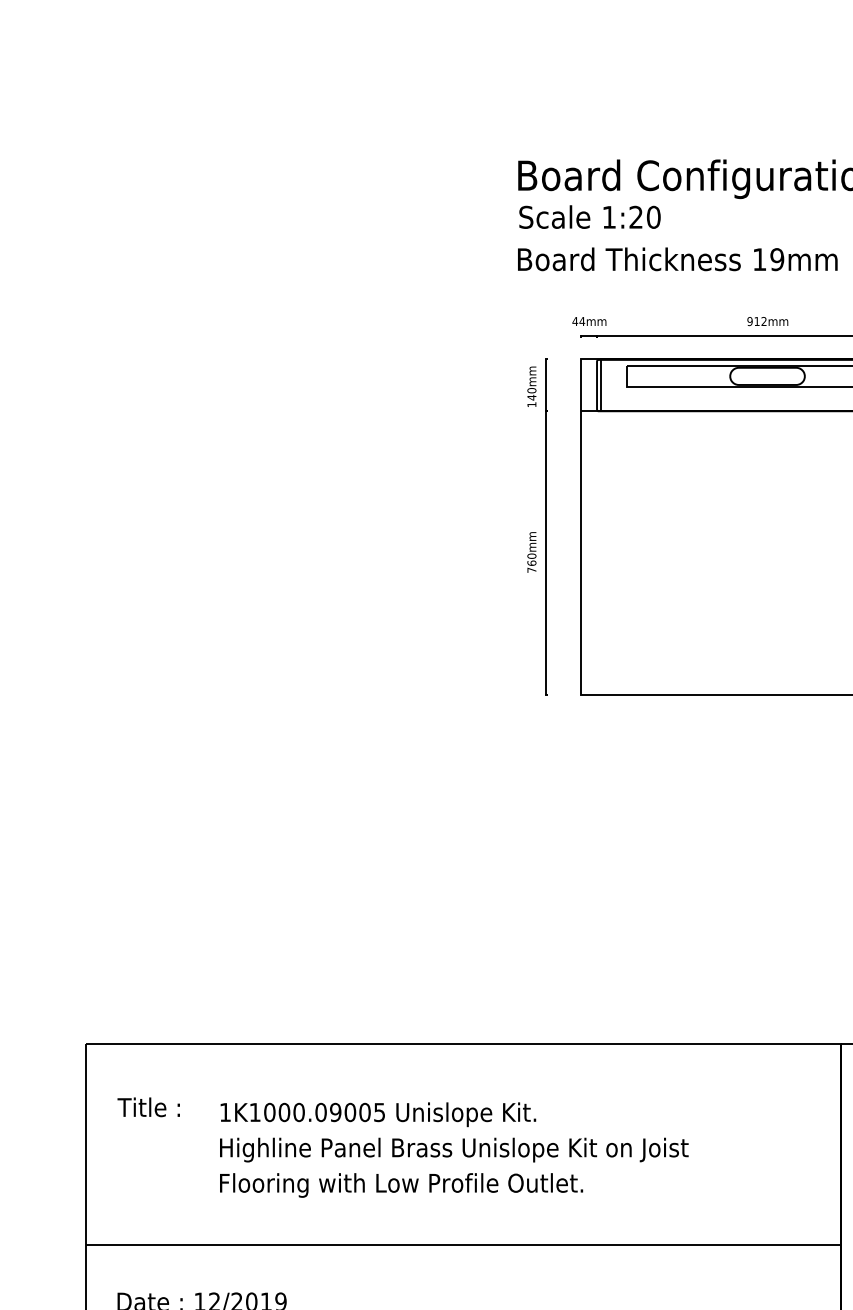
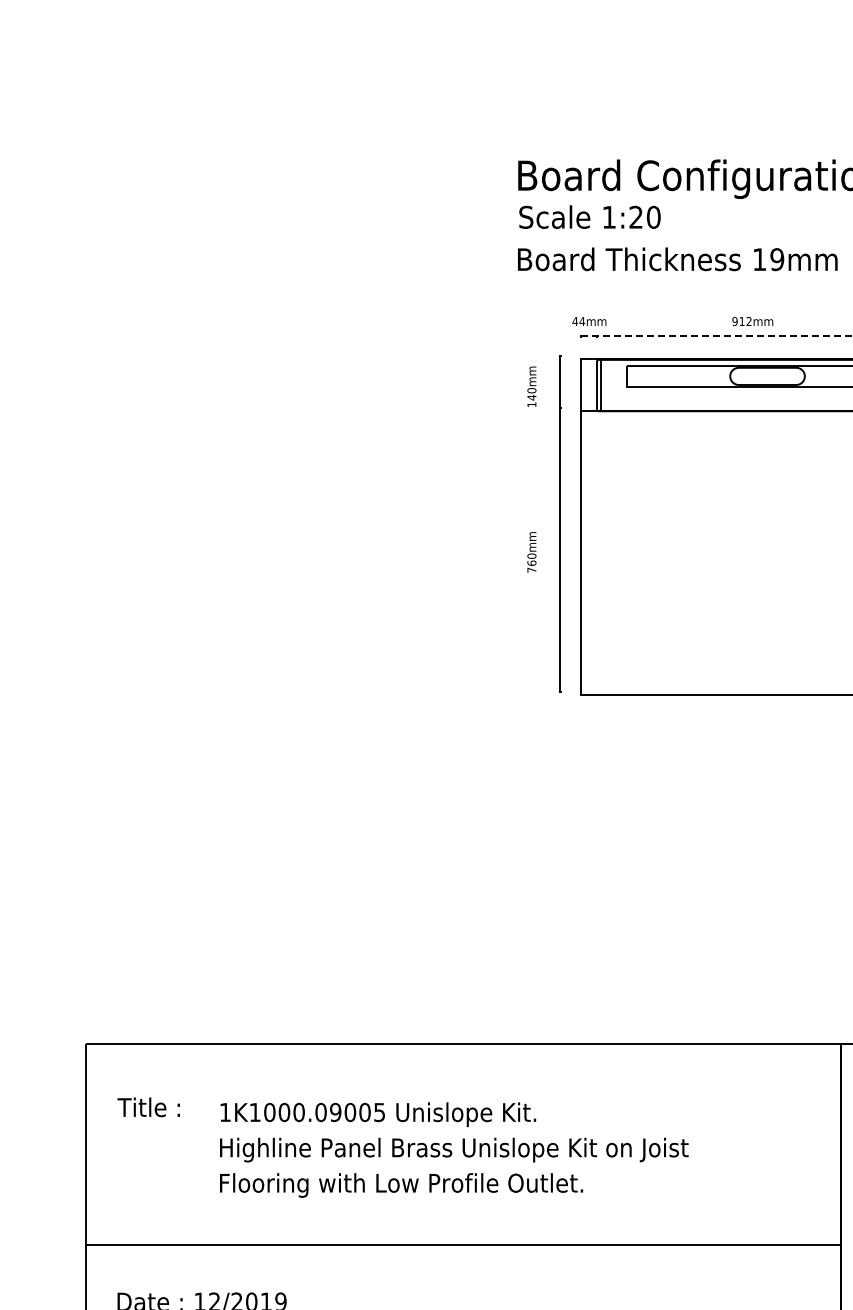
text at (767, 321) position: (767, 321) -> (752, 321)
line at (715, 336): solid -> dashed
line at (546, 526) position: (546, 526) -> (560, 523)
